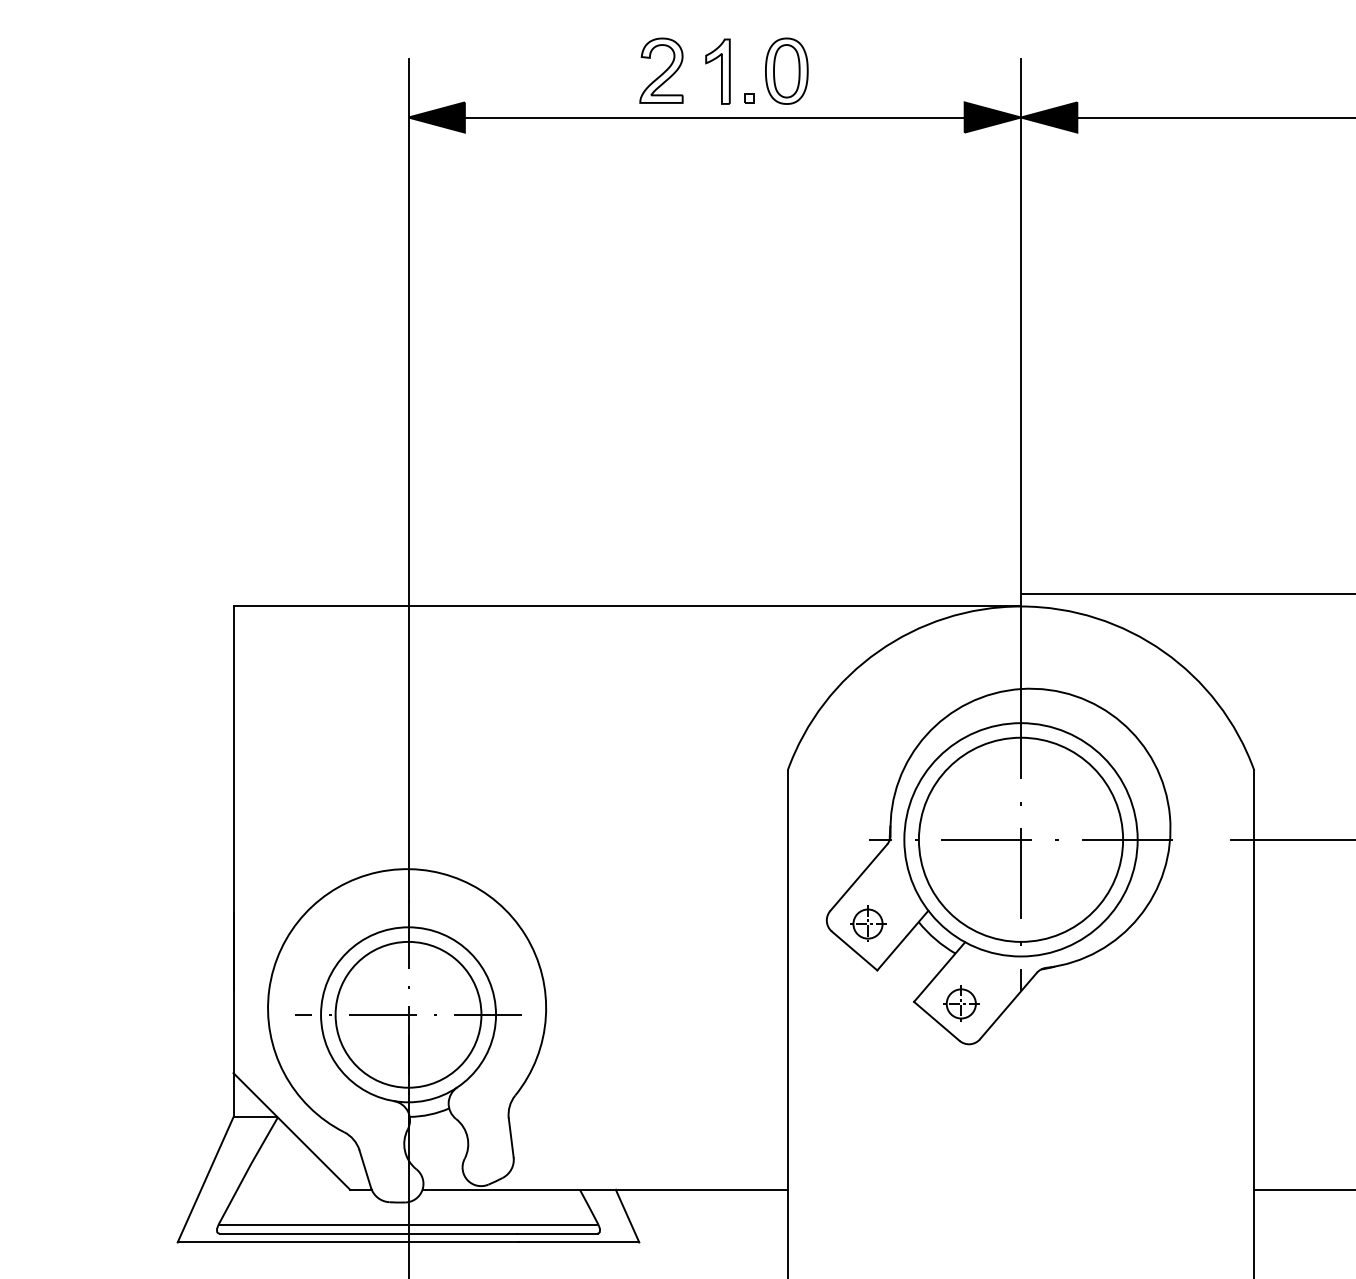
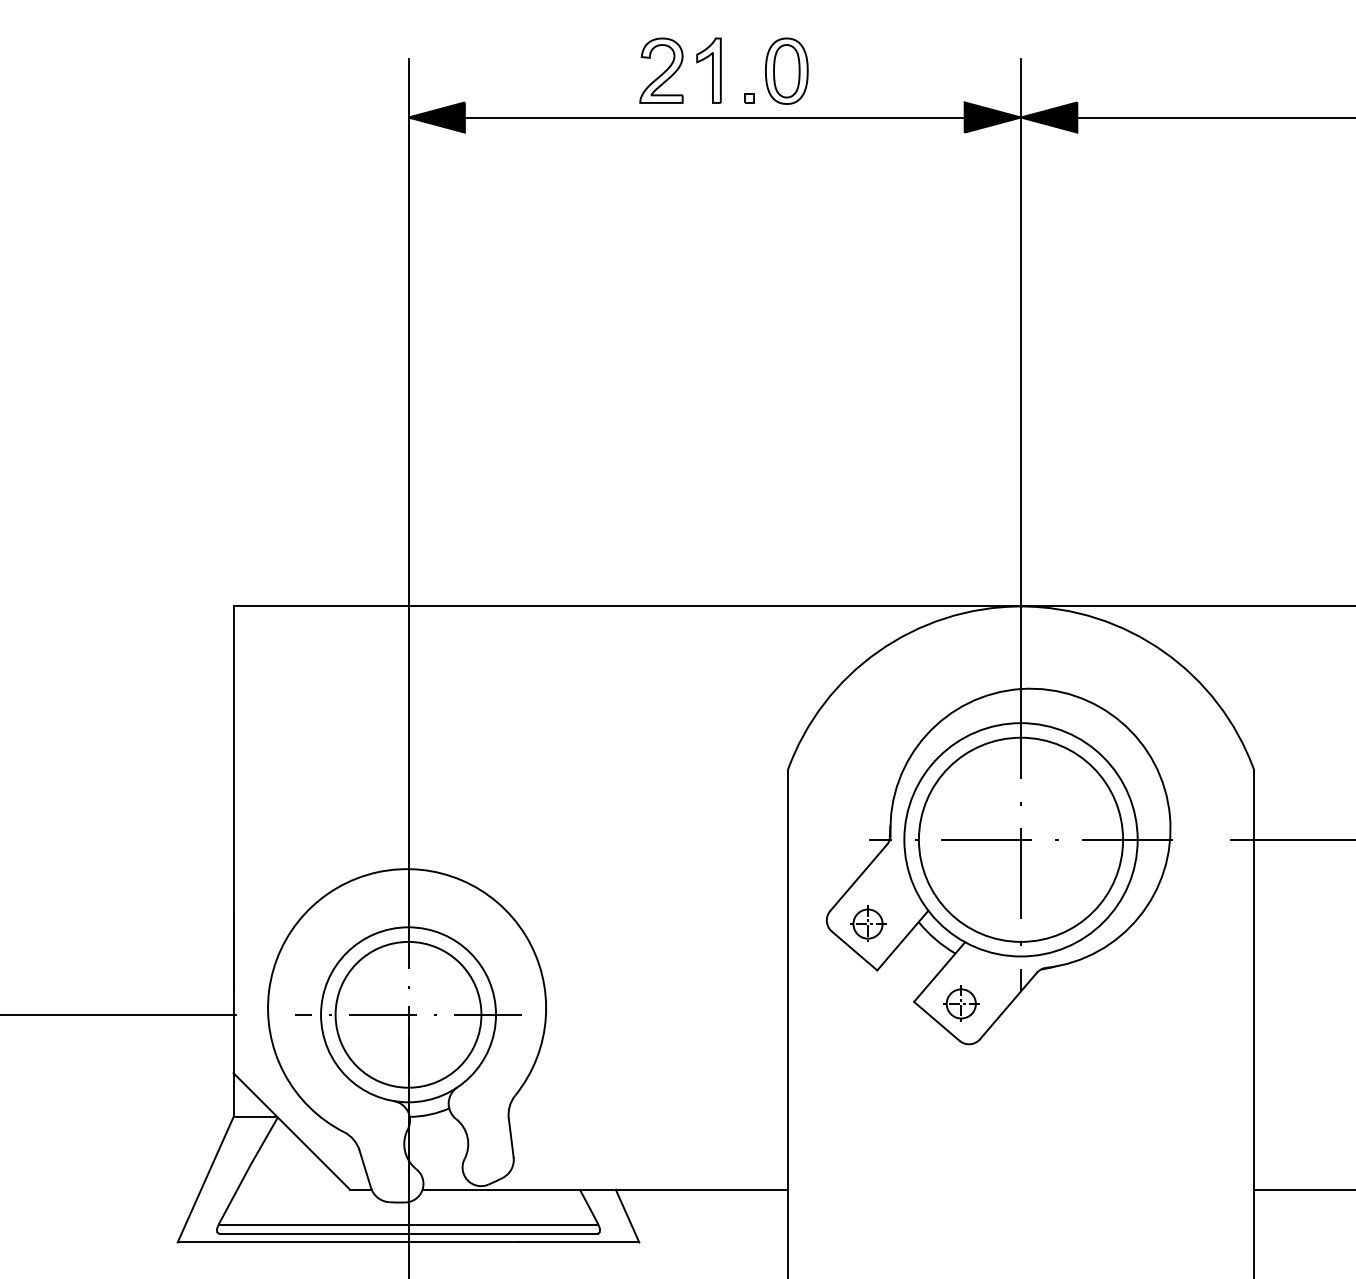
part at (717, 71) position: (717, 71) -> (708, 70)
line at (1187, 594) position: (1187, 594) -> (1187, 606)
line at (119, 1014): none -> present
